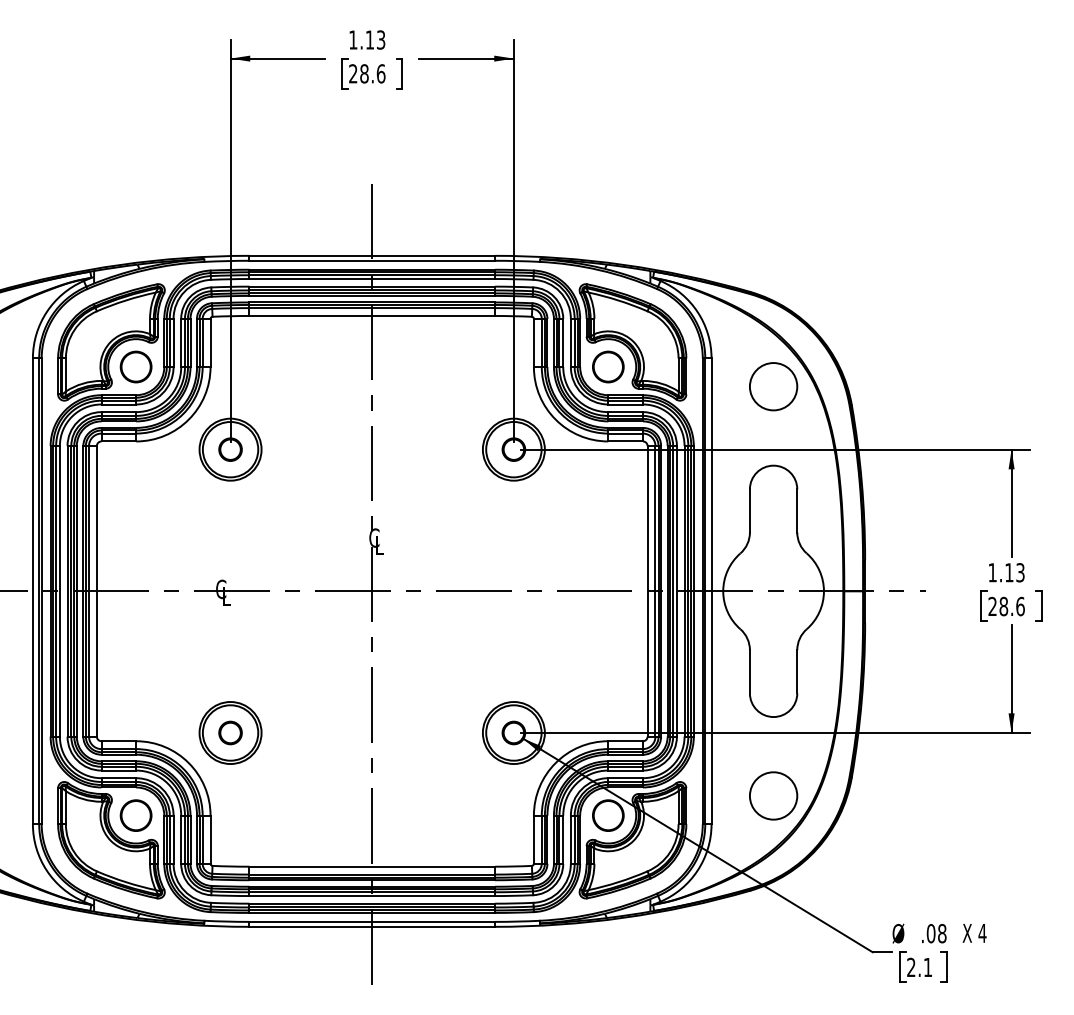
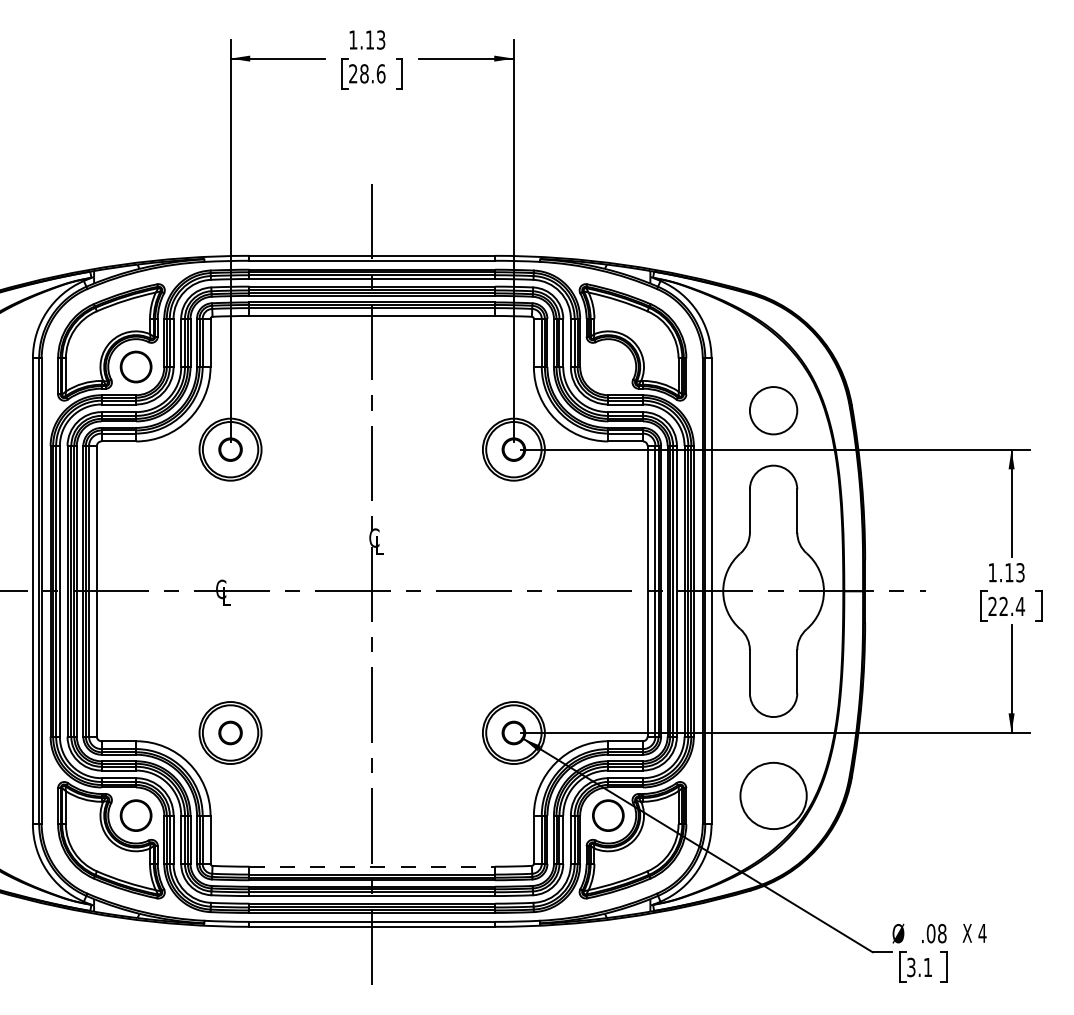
part at (608, 366): present -> none
circle at (773, 386) position: (773, 386) -> (773, 410)
text at (1012, 606): 28.6 -> 22.4
circle at (773, 795) diameter: 47 px -> 66 px
line at (372, 866): solid -> dashed
text at (911, 967): 2.1 -> 3.1
